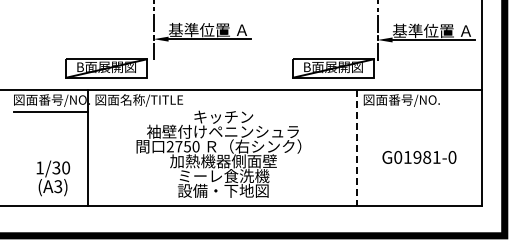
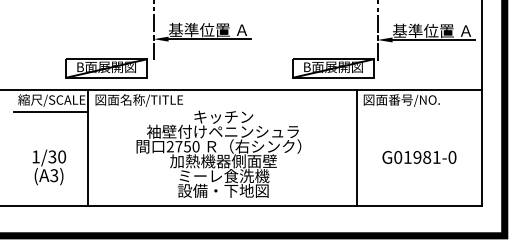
text at (51, 100): 図面番号/NO. -> 縮尺/SCALE
line at (357, 148): dashed -> solid
text at (53, 178) position: (53, 178) -> (49, 167)
